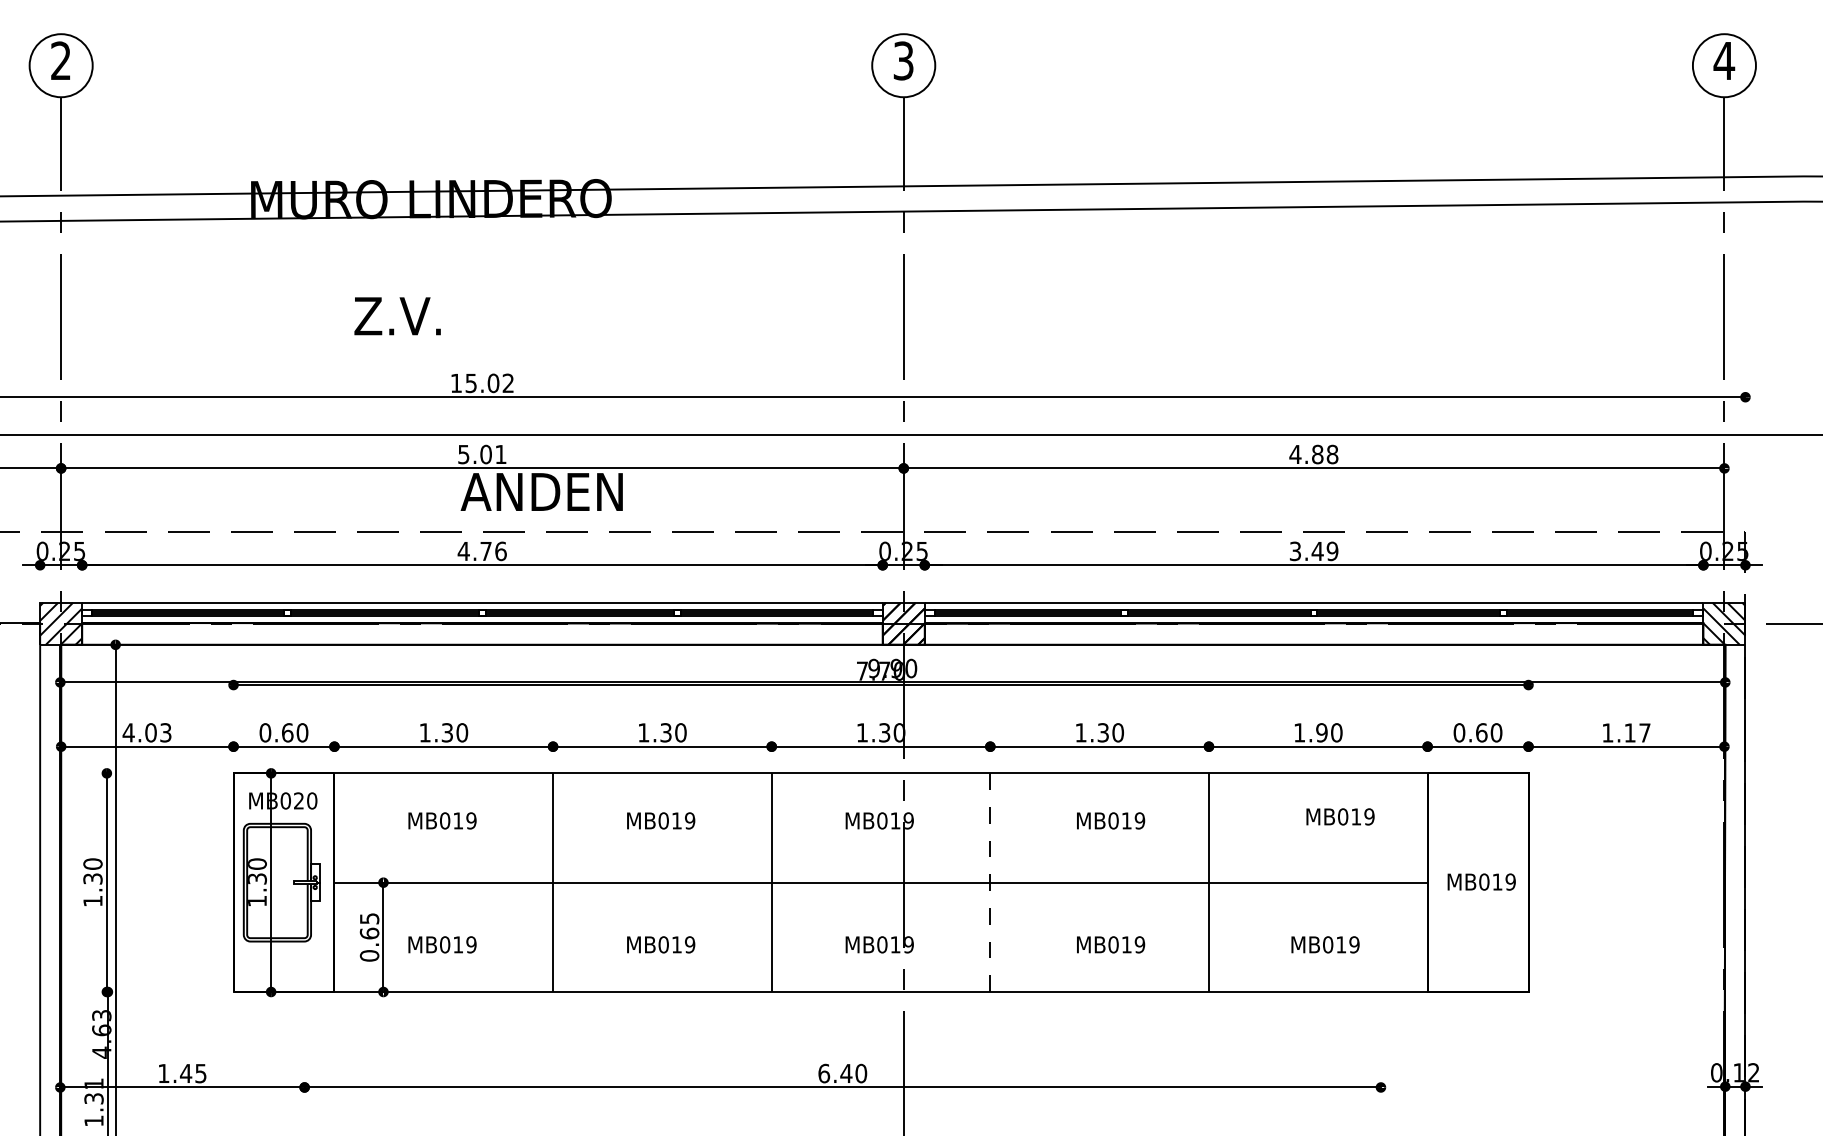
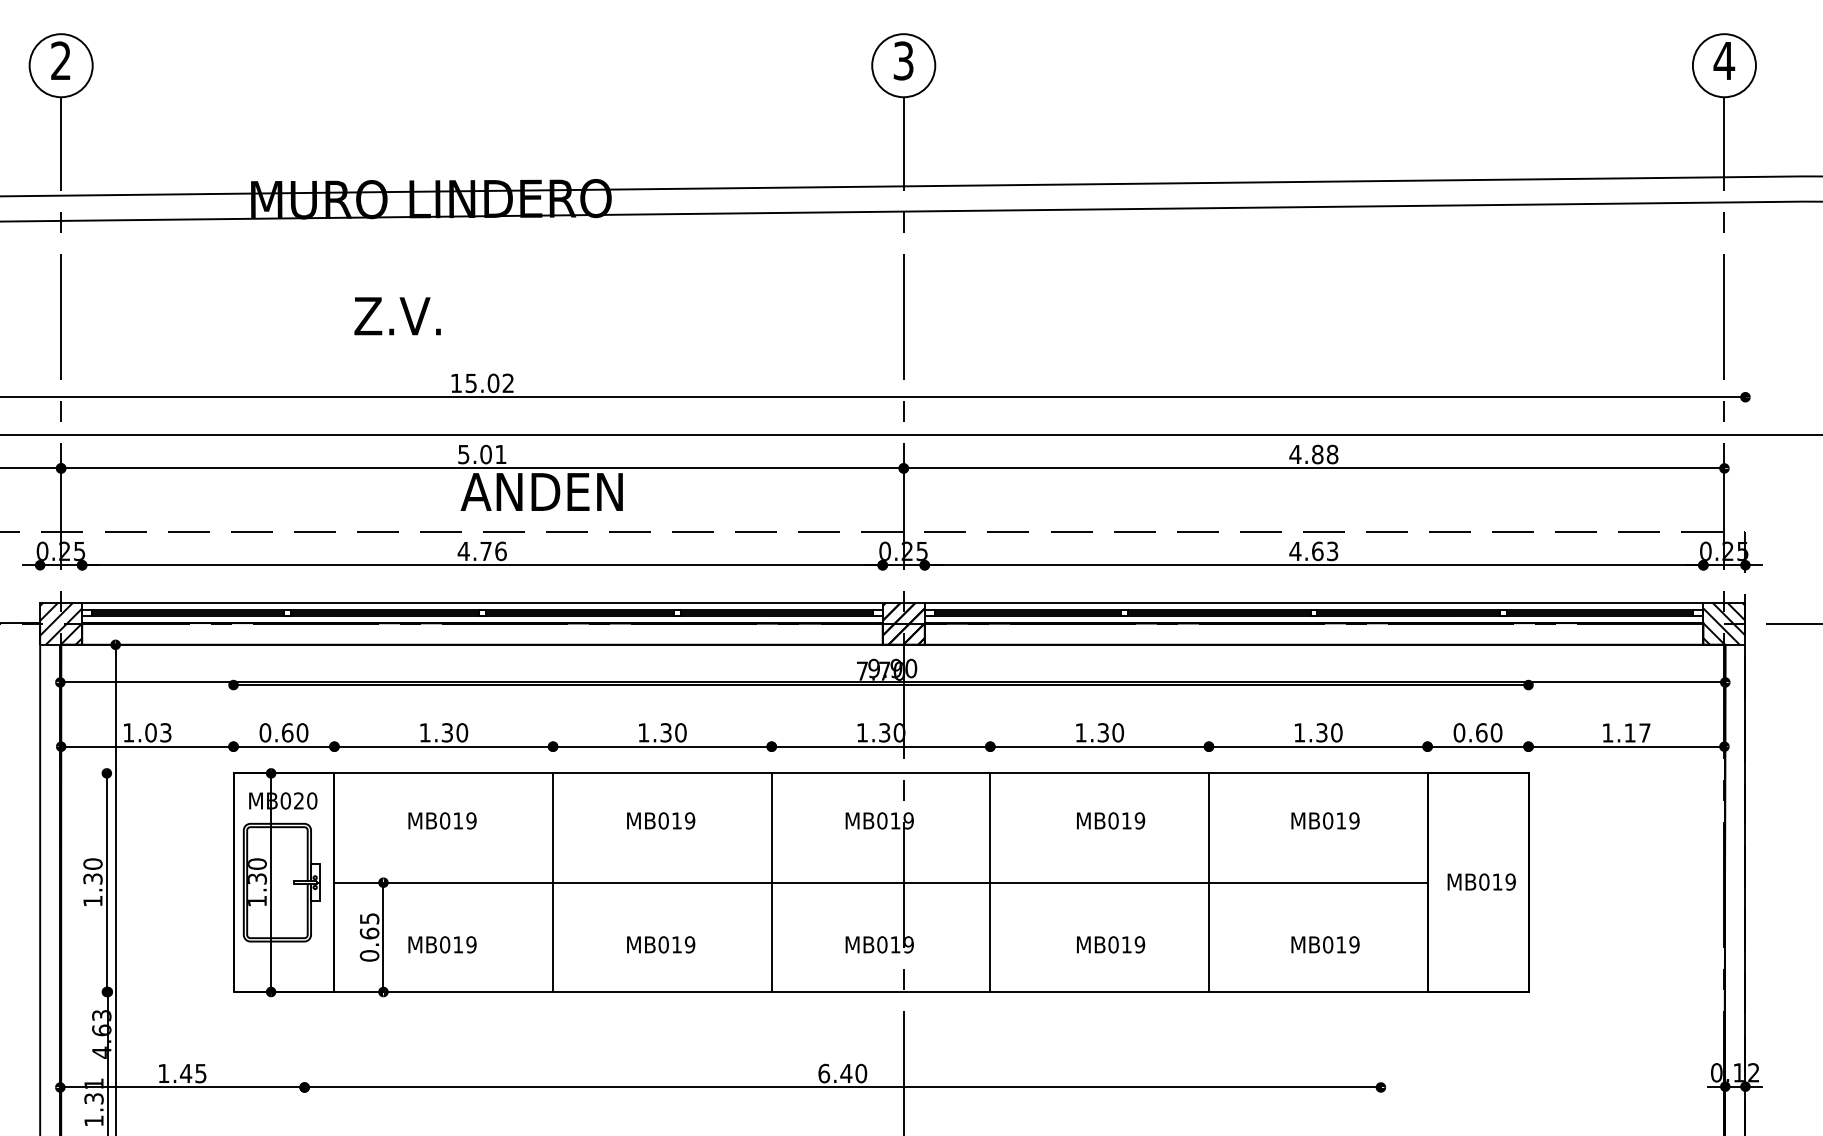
text at (1313, 551): 3.49 -> 4.63
text at (128, 732): 4.03 -> 1.03
text at (1321, 732): 1.90 -> 1.30
text at (1340, 816) position: (1340, 816) -> (1325, 820)
line at (990, 883): dashed -> solid
